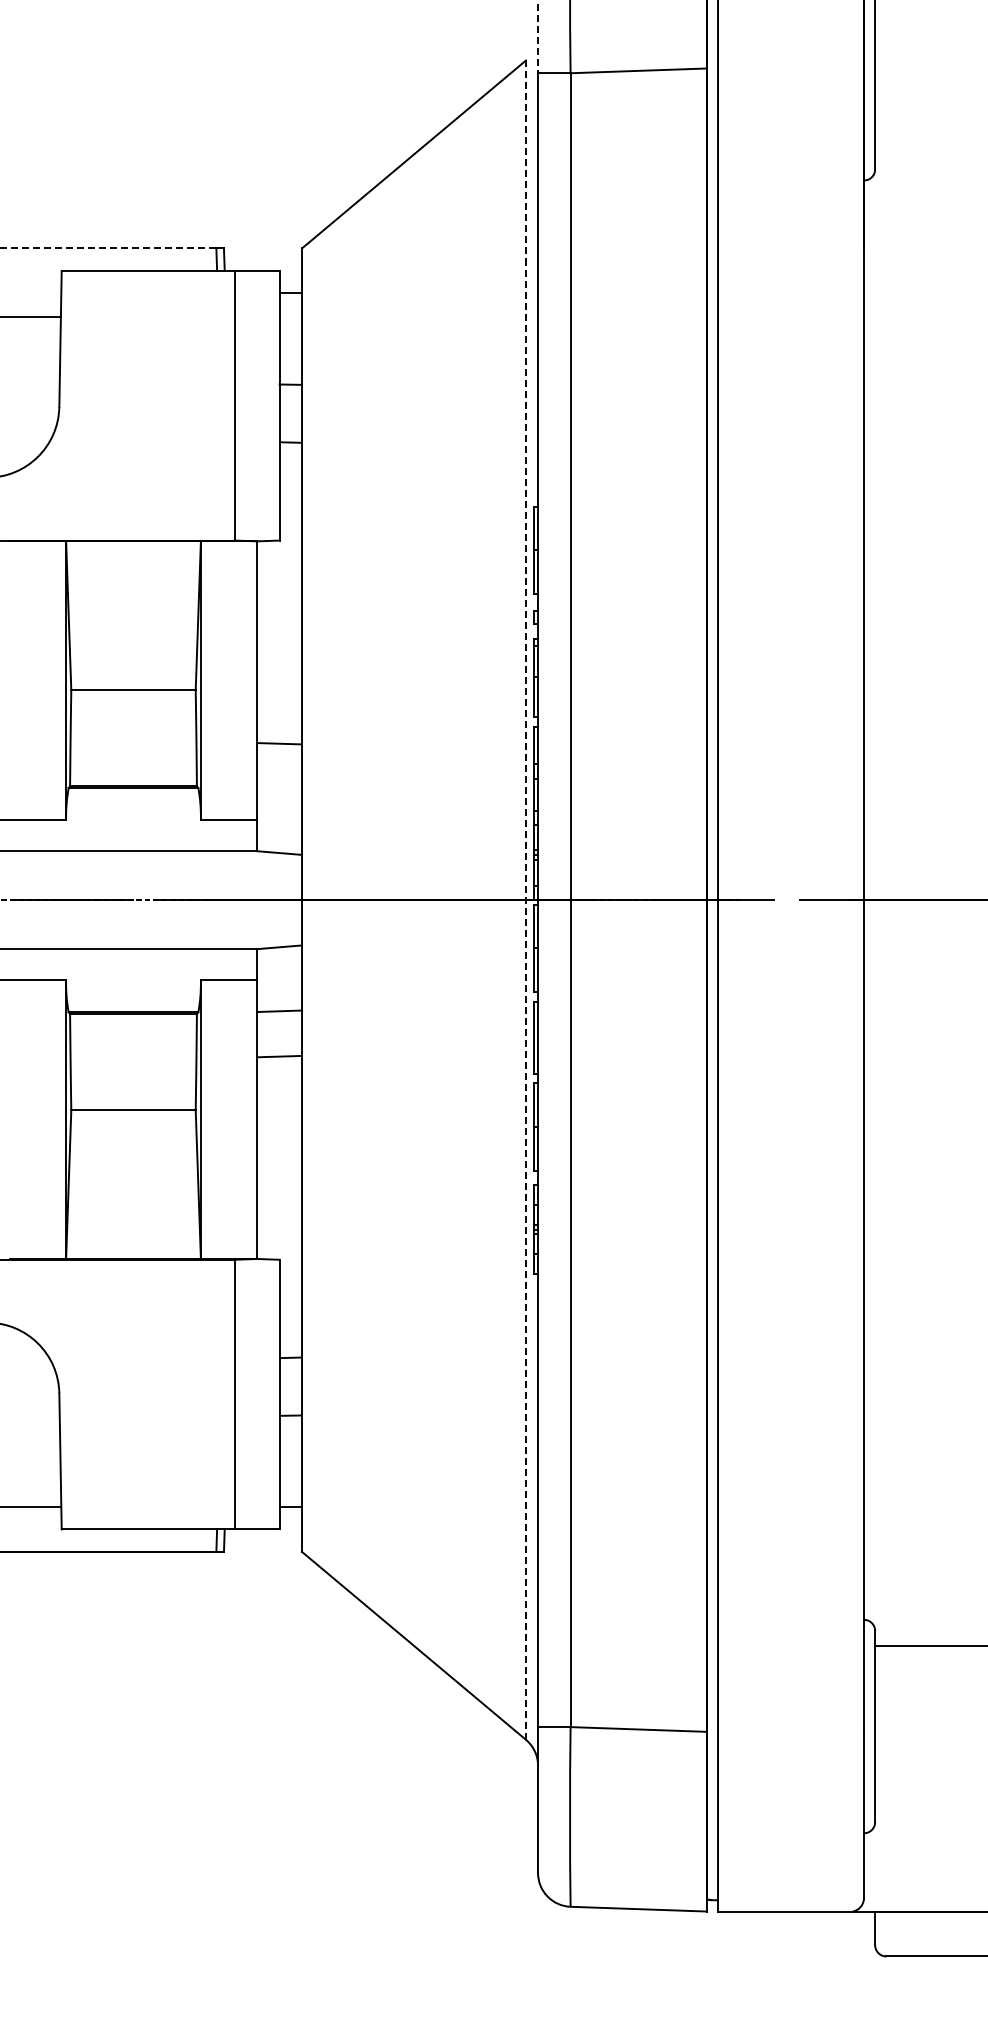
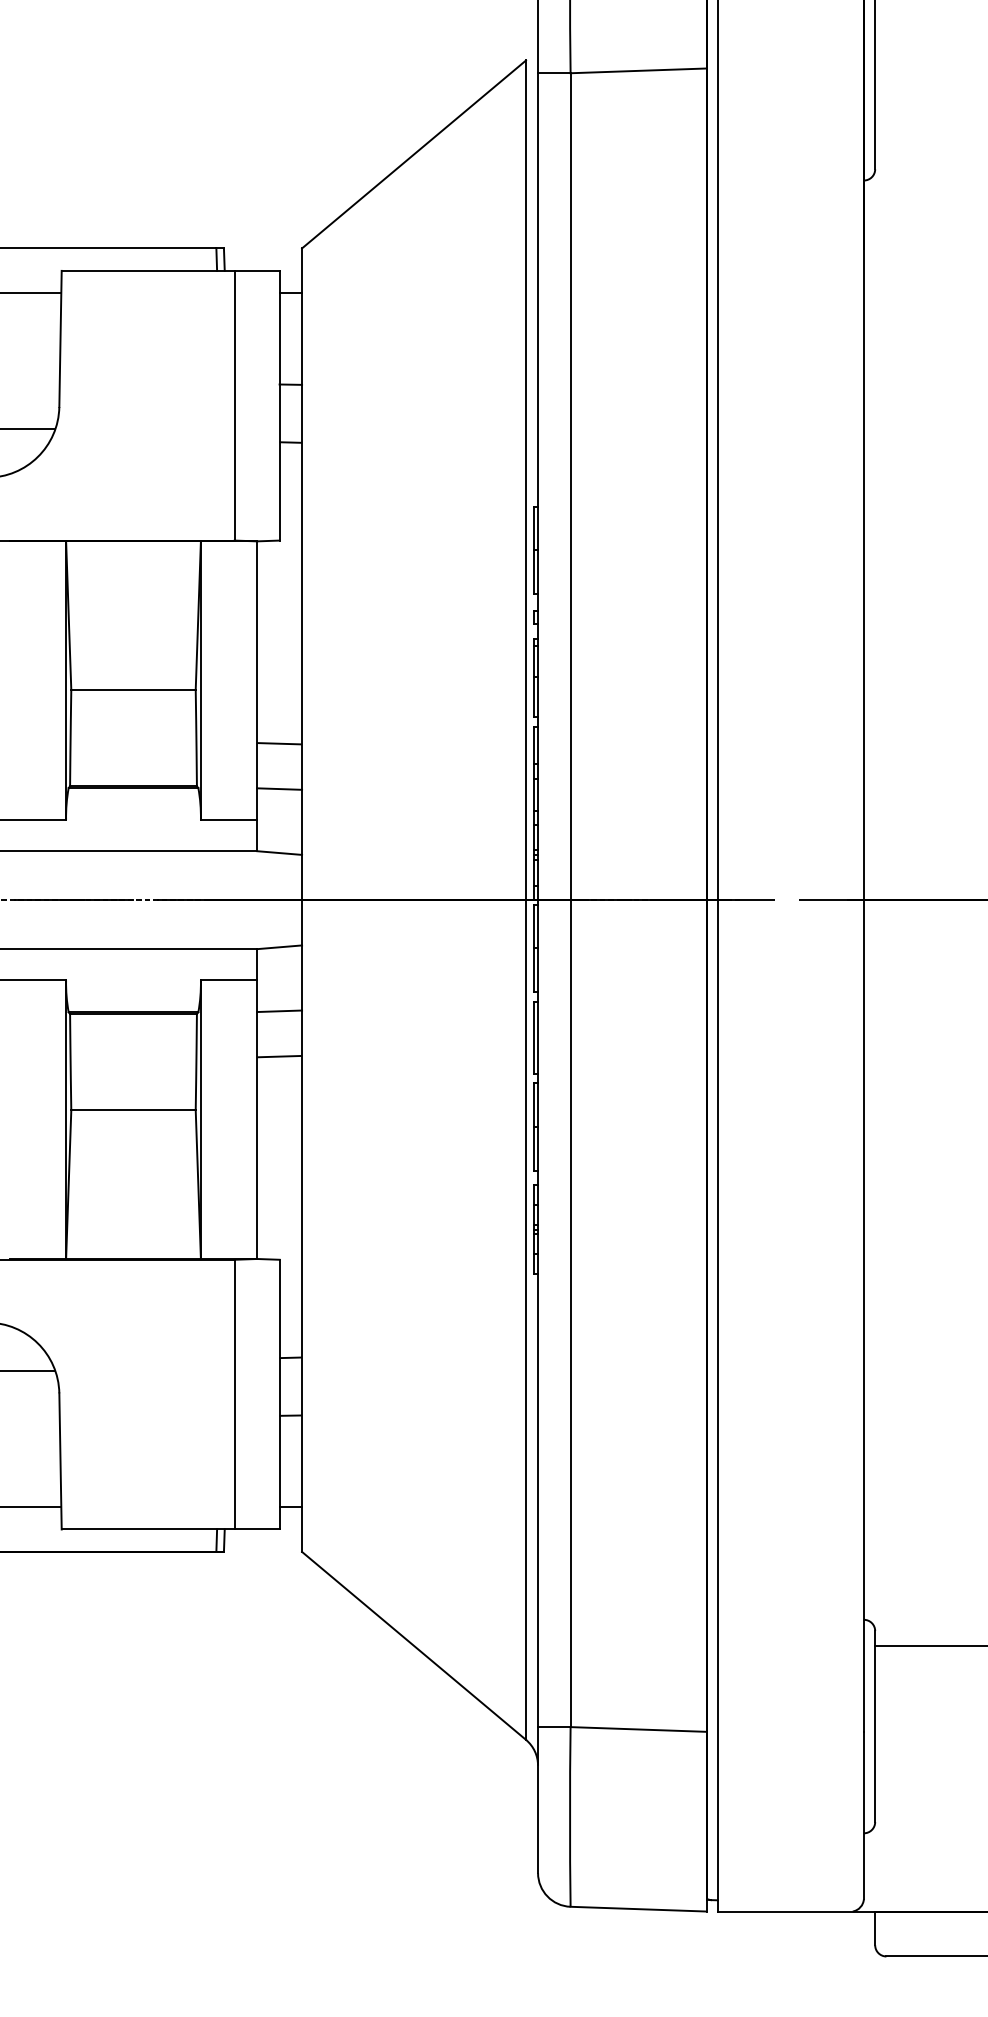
line at (538, 37): dashed -> solid
line at (107, 248): dashed -> solid
line at (31, 317) position: (31, 317) -> (31, 293)
line at (28, 429): none -> present
line at (279, 788): none -> present
line at (526, 900): dashed -> solid
line at (28, 1370): none -> present
